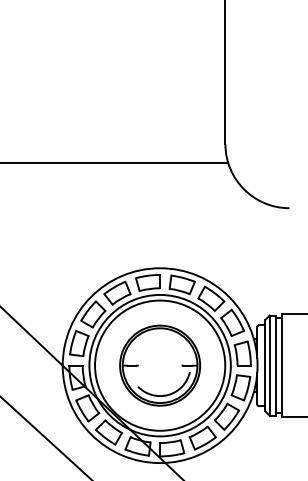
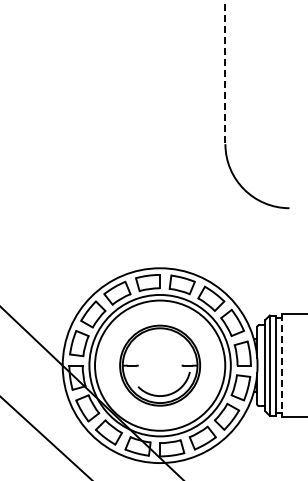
line at (225, 72): solid -> dashed
line at (115, 162): present -> none
line at (281, 365): solid -> dashed
